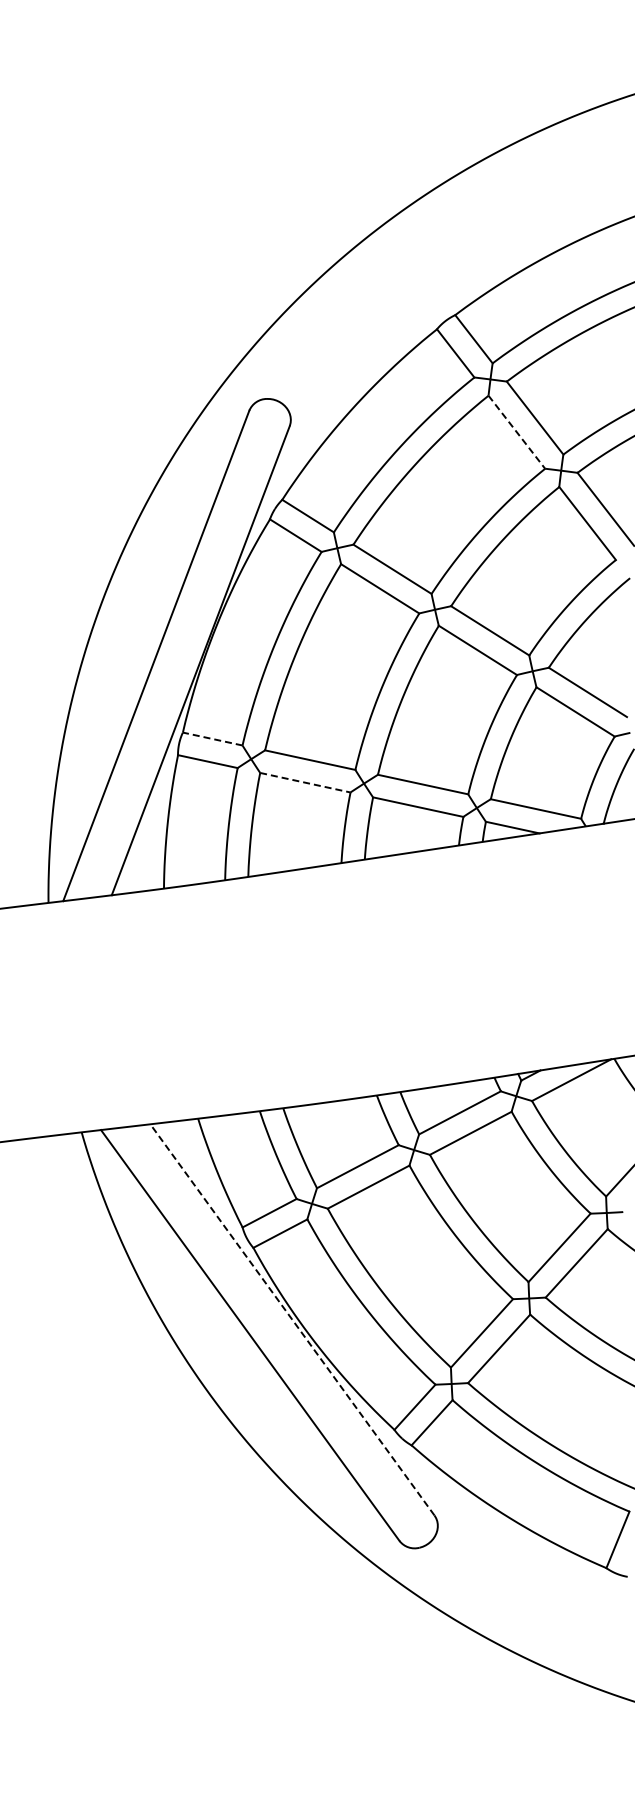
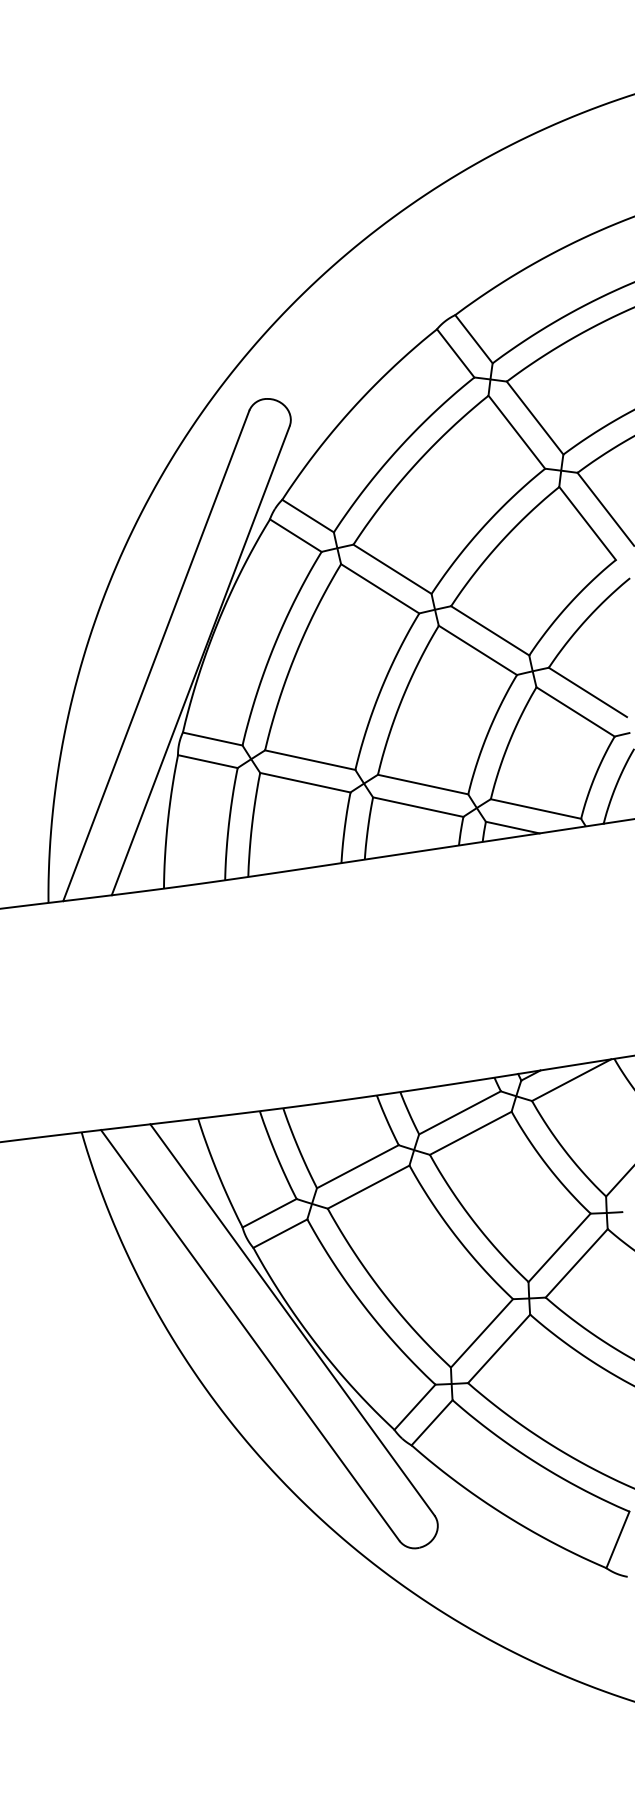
line at (517, 432): dashed -> solid
line at (212, 739): dashed -> solid
line at (305, 782): dashed -> solid
line at (292, 1319): dashed -> solid
